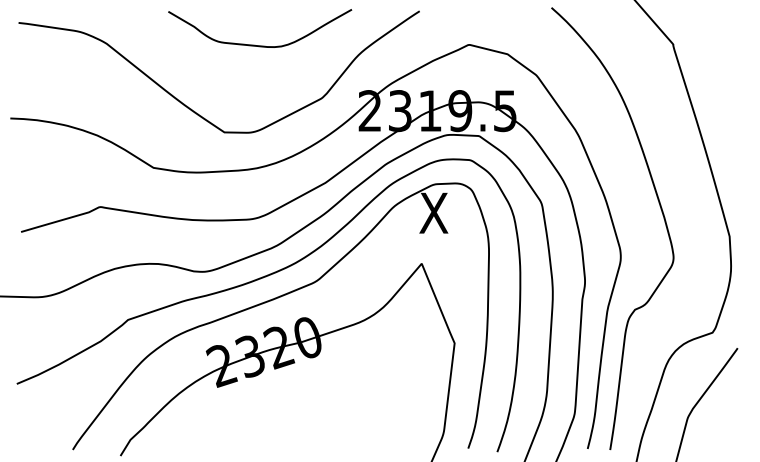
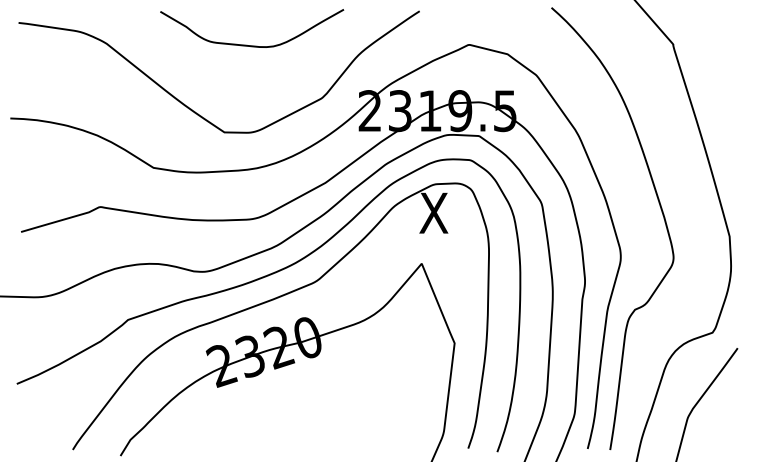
curve at (260, 45) position: (260, 45) -> (252, 45)
